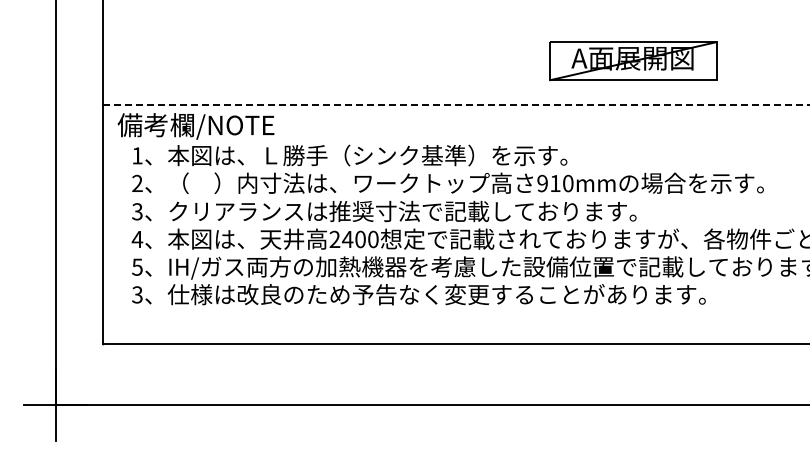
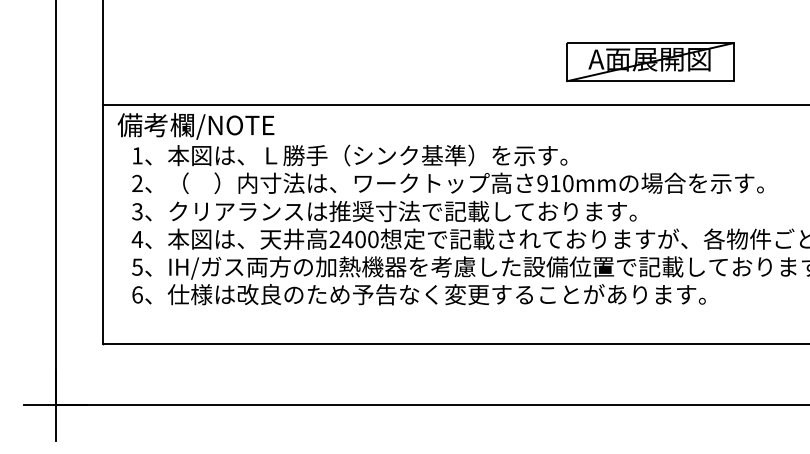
part at (633, 61) position: (633, 61) -> (650, 62)
line at (457, 105): dashed -> solid
text at (137, 294): 3 -> 6
